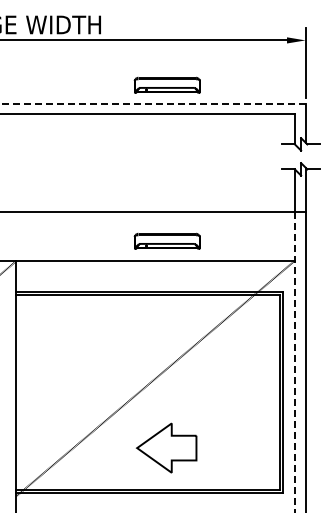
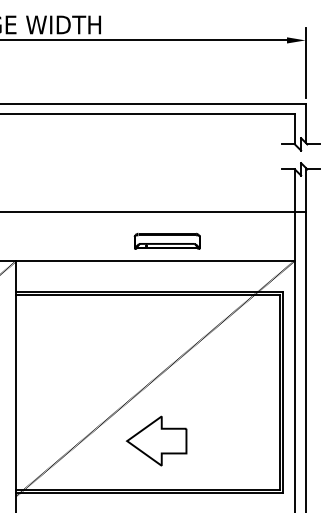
part at (166, 84): present -> none
line at (152, 104): dashed -> solid
line at (294, 362): dashed -> solid
part at (166, 447) position: (166, 447) -> (156, 440)
